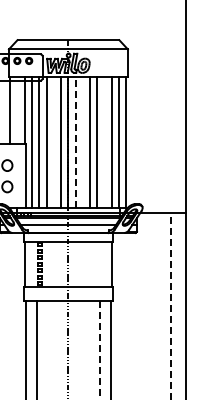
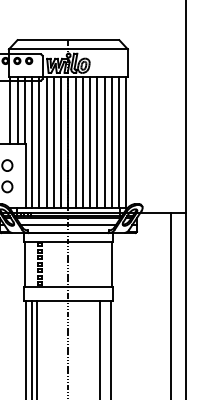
line at (17, 110): none -> present
line at (53, 142): none -> present
line at (75, 142): dashed -> solid
line at (82, 142): none -> present
line at (104, 142): none -> present
line at (170, 306): dashed -> solid
line at (32, 348): none -> present
line at (100, 350): dashed -> solid
